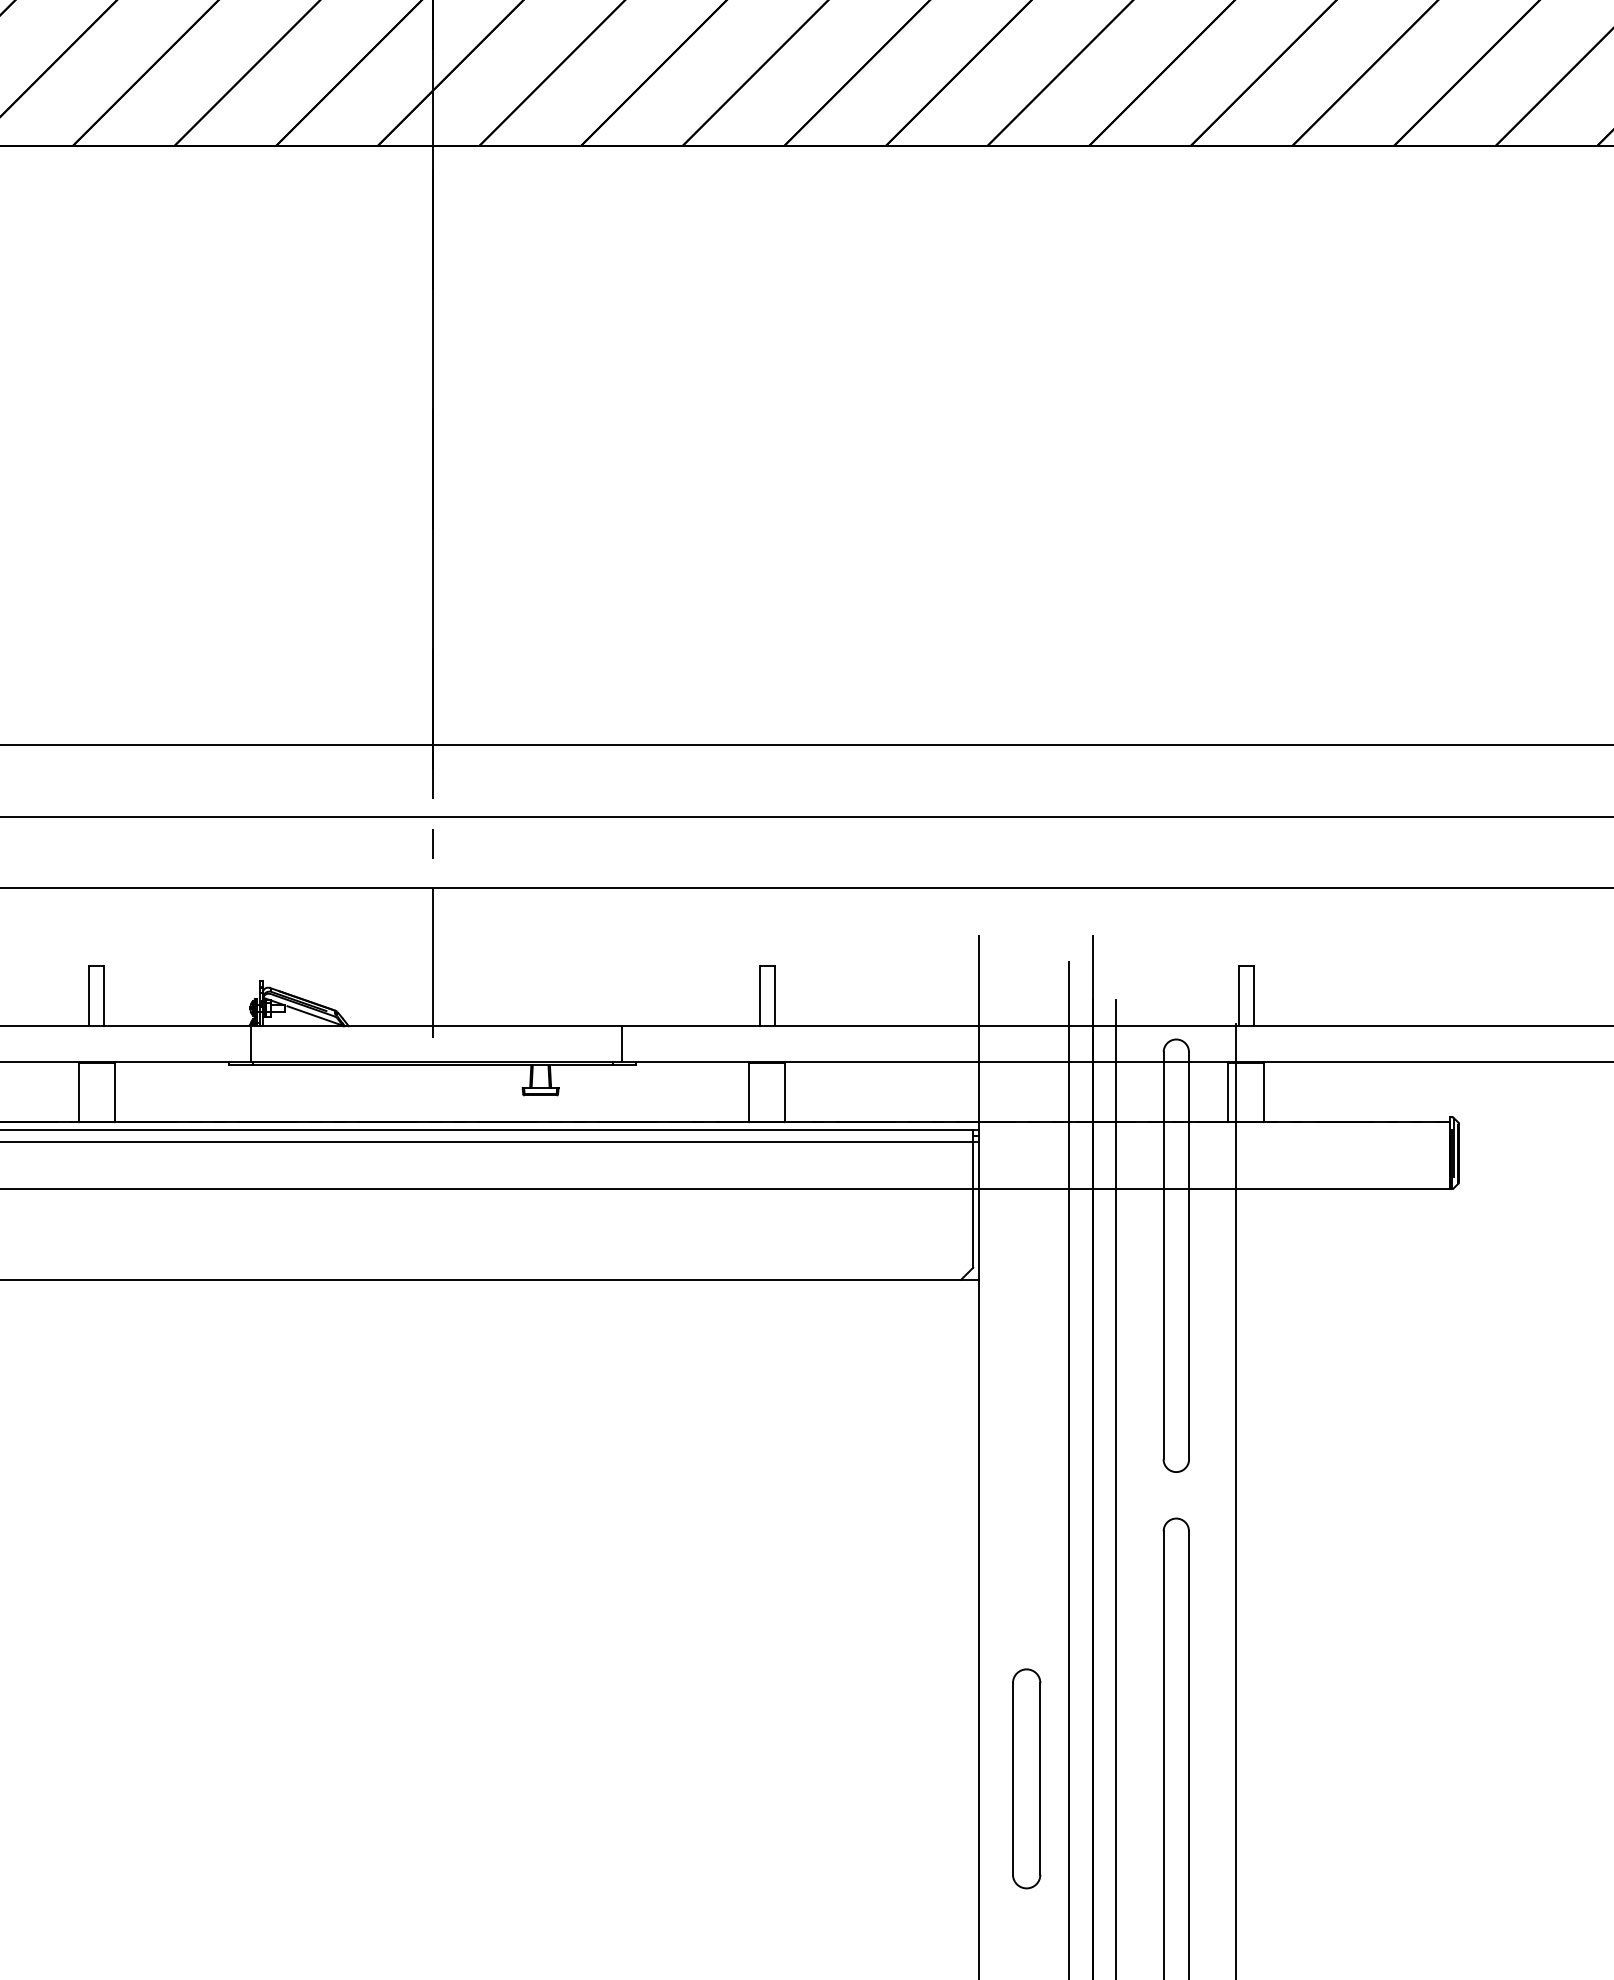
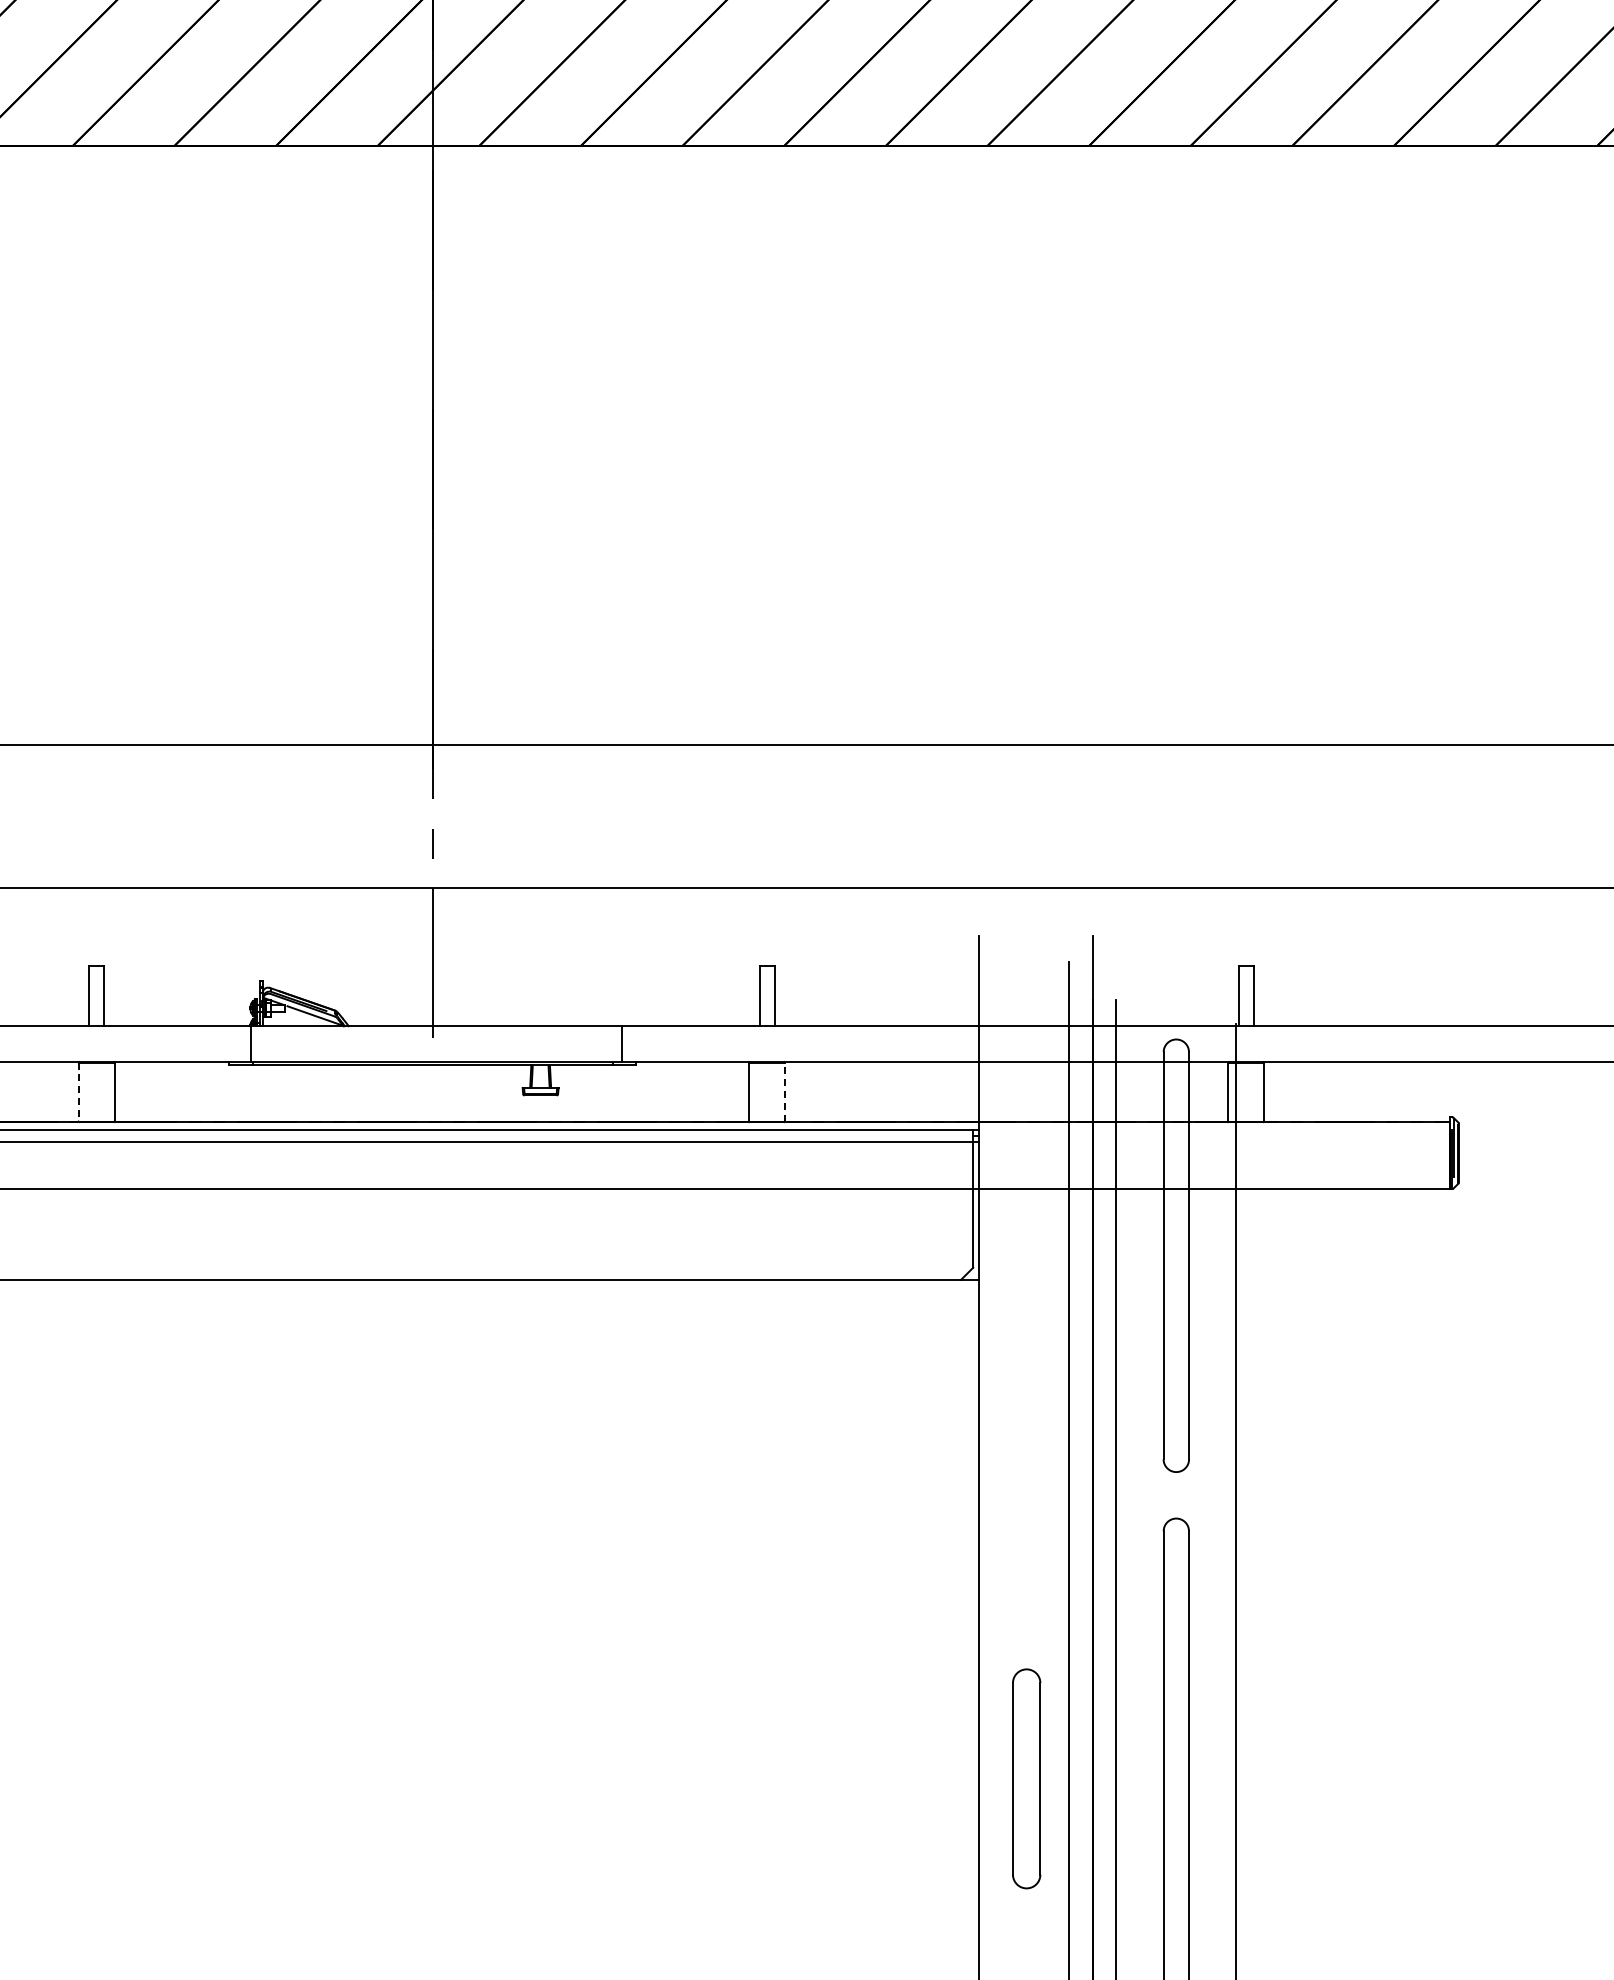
line at (806, 816): present -> none
line at (785, 1091): solid -> dashed
line at (78, 1092): solid -> dashed
